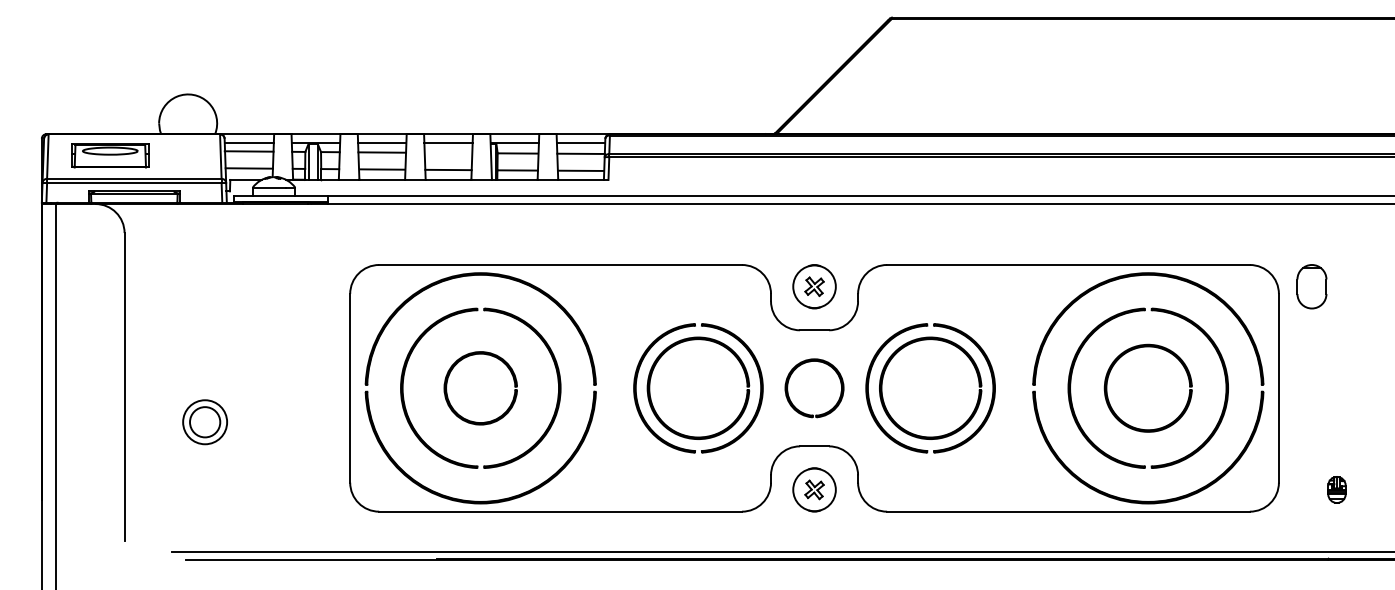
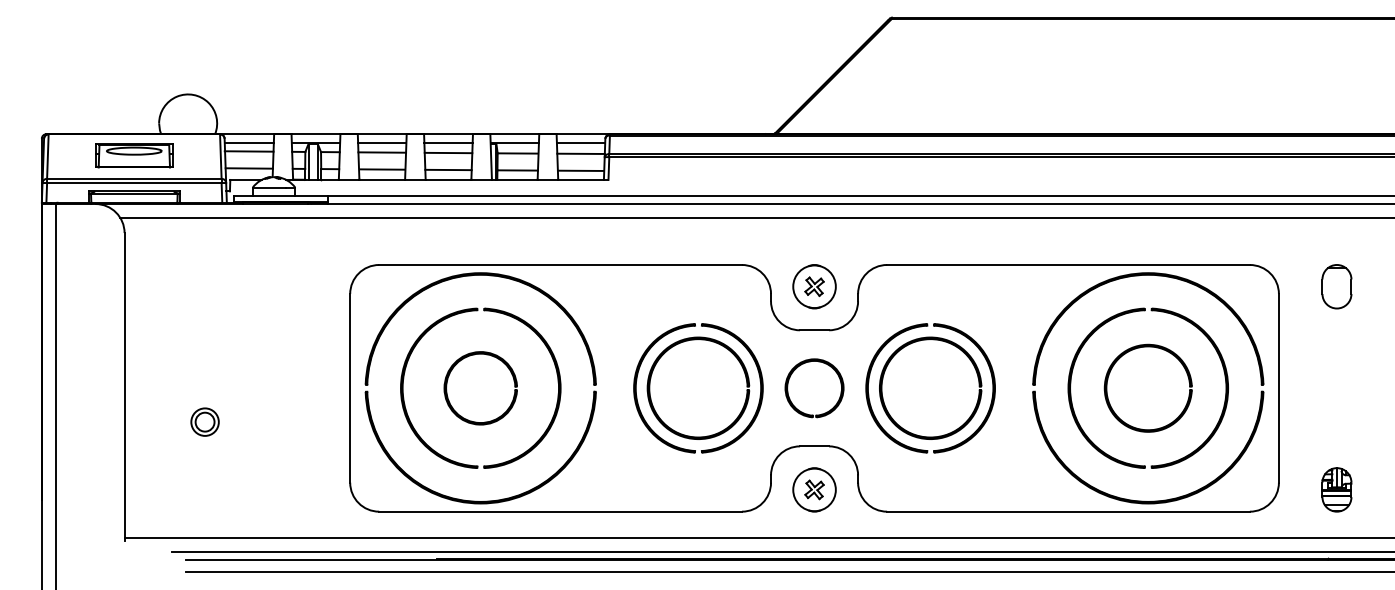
line at (448, 152): none -> present
part at (110, 155) position: (110, 155) -> (134, 155)
line at (755, 218): none -> present
part at (1311, 286) position: (1311, 286) -> (1336, 286)
part at (204, 422) size: 46x47 px -> 30x30 px
part at (1336, 489) size: 20x28 px -> 32x46 px
line at (757, 538): none -> present
line at (788, 572): none -> present
